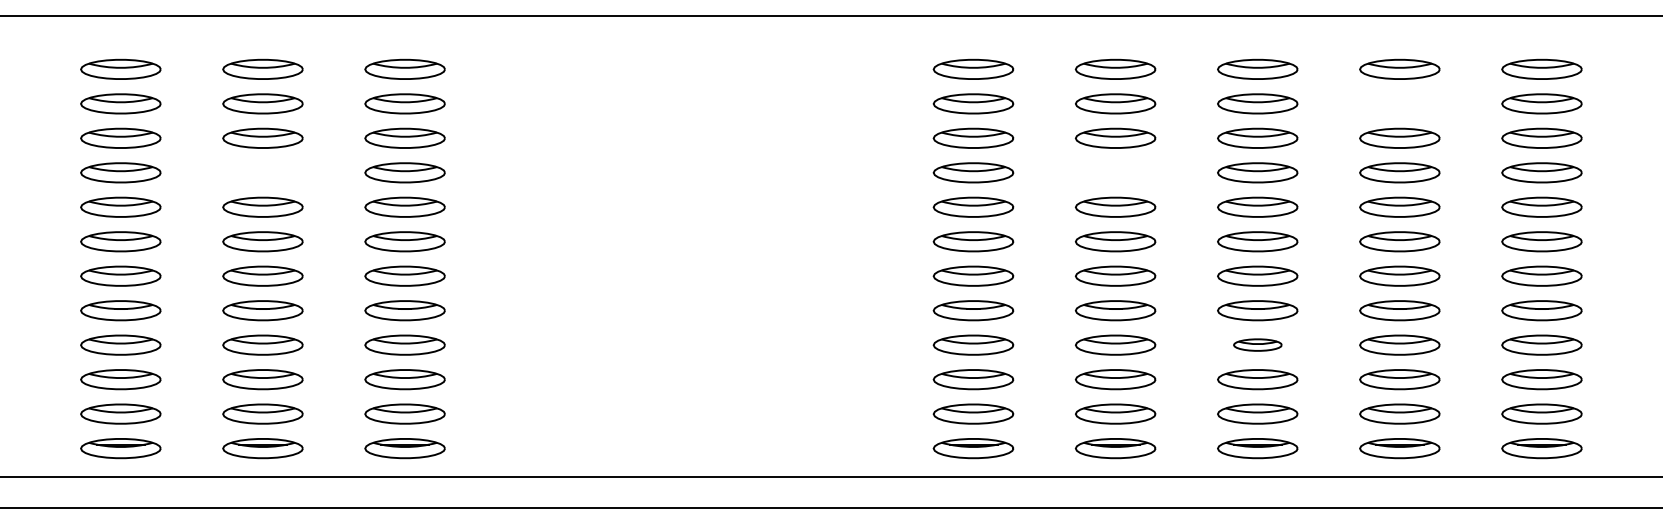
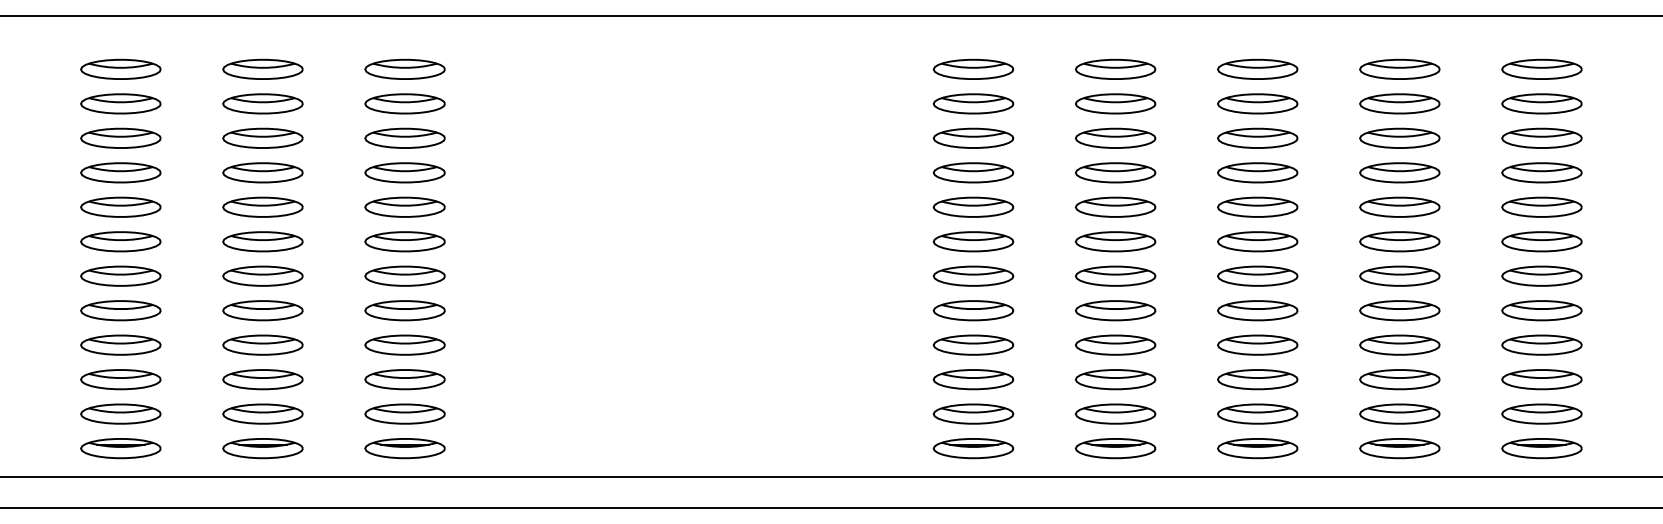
part at (1399, 103): none -> present
part at (262, 172): none -> present
part at (1115, 172): none -> present
part at (1257, 344) size: 50x14 px -> 82x22 px
